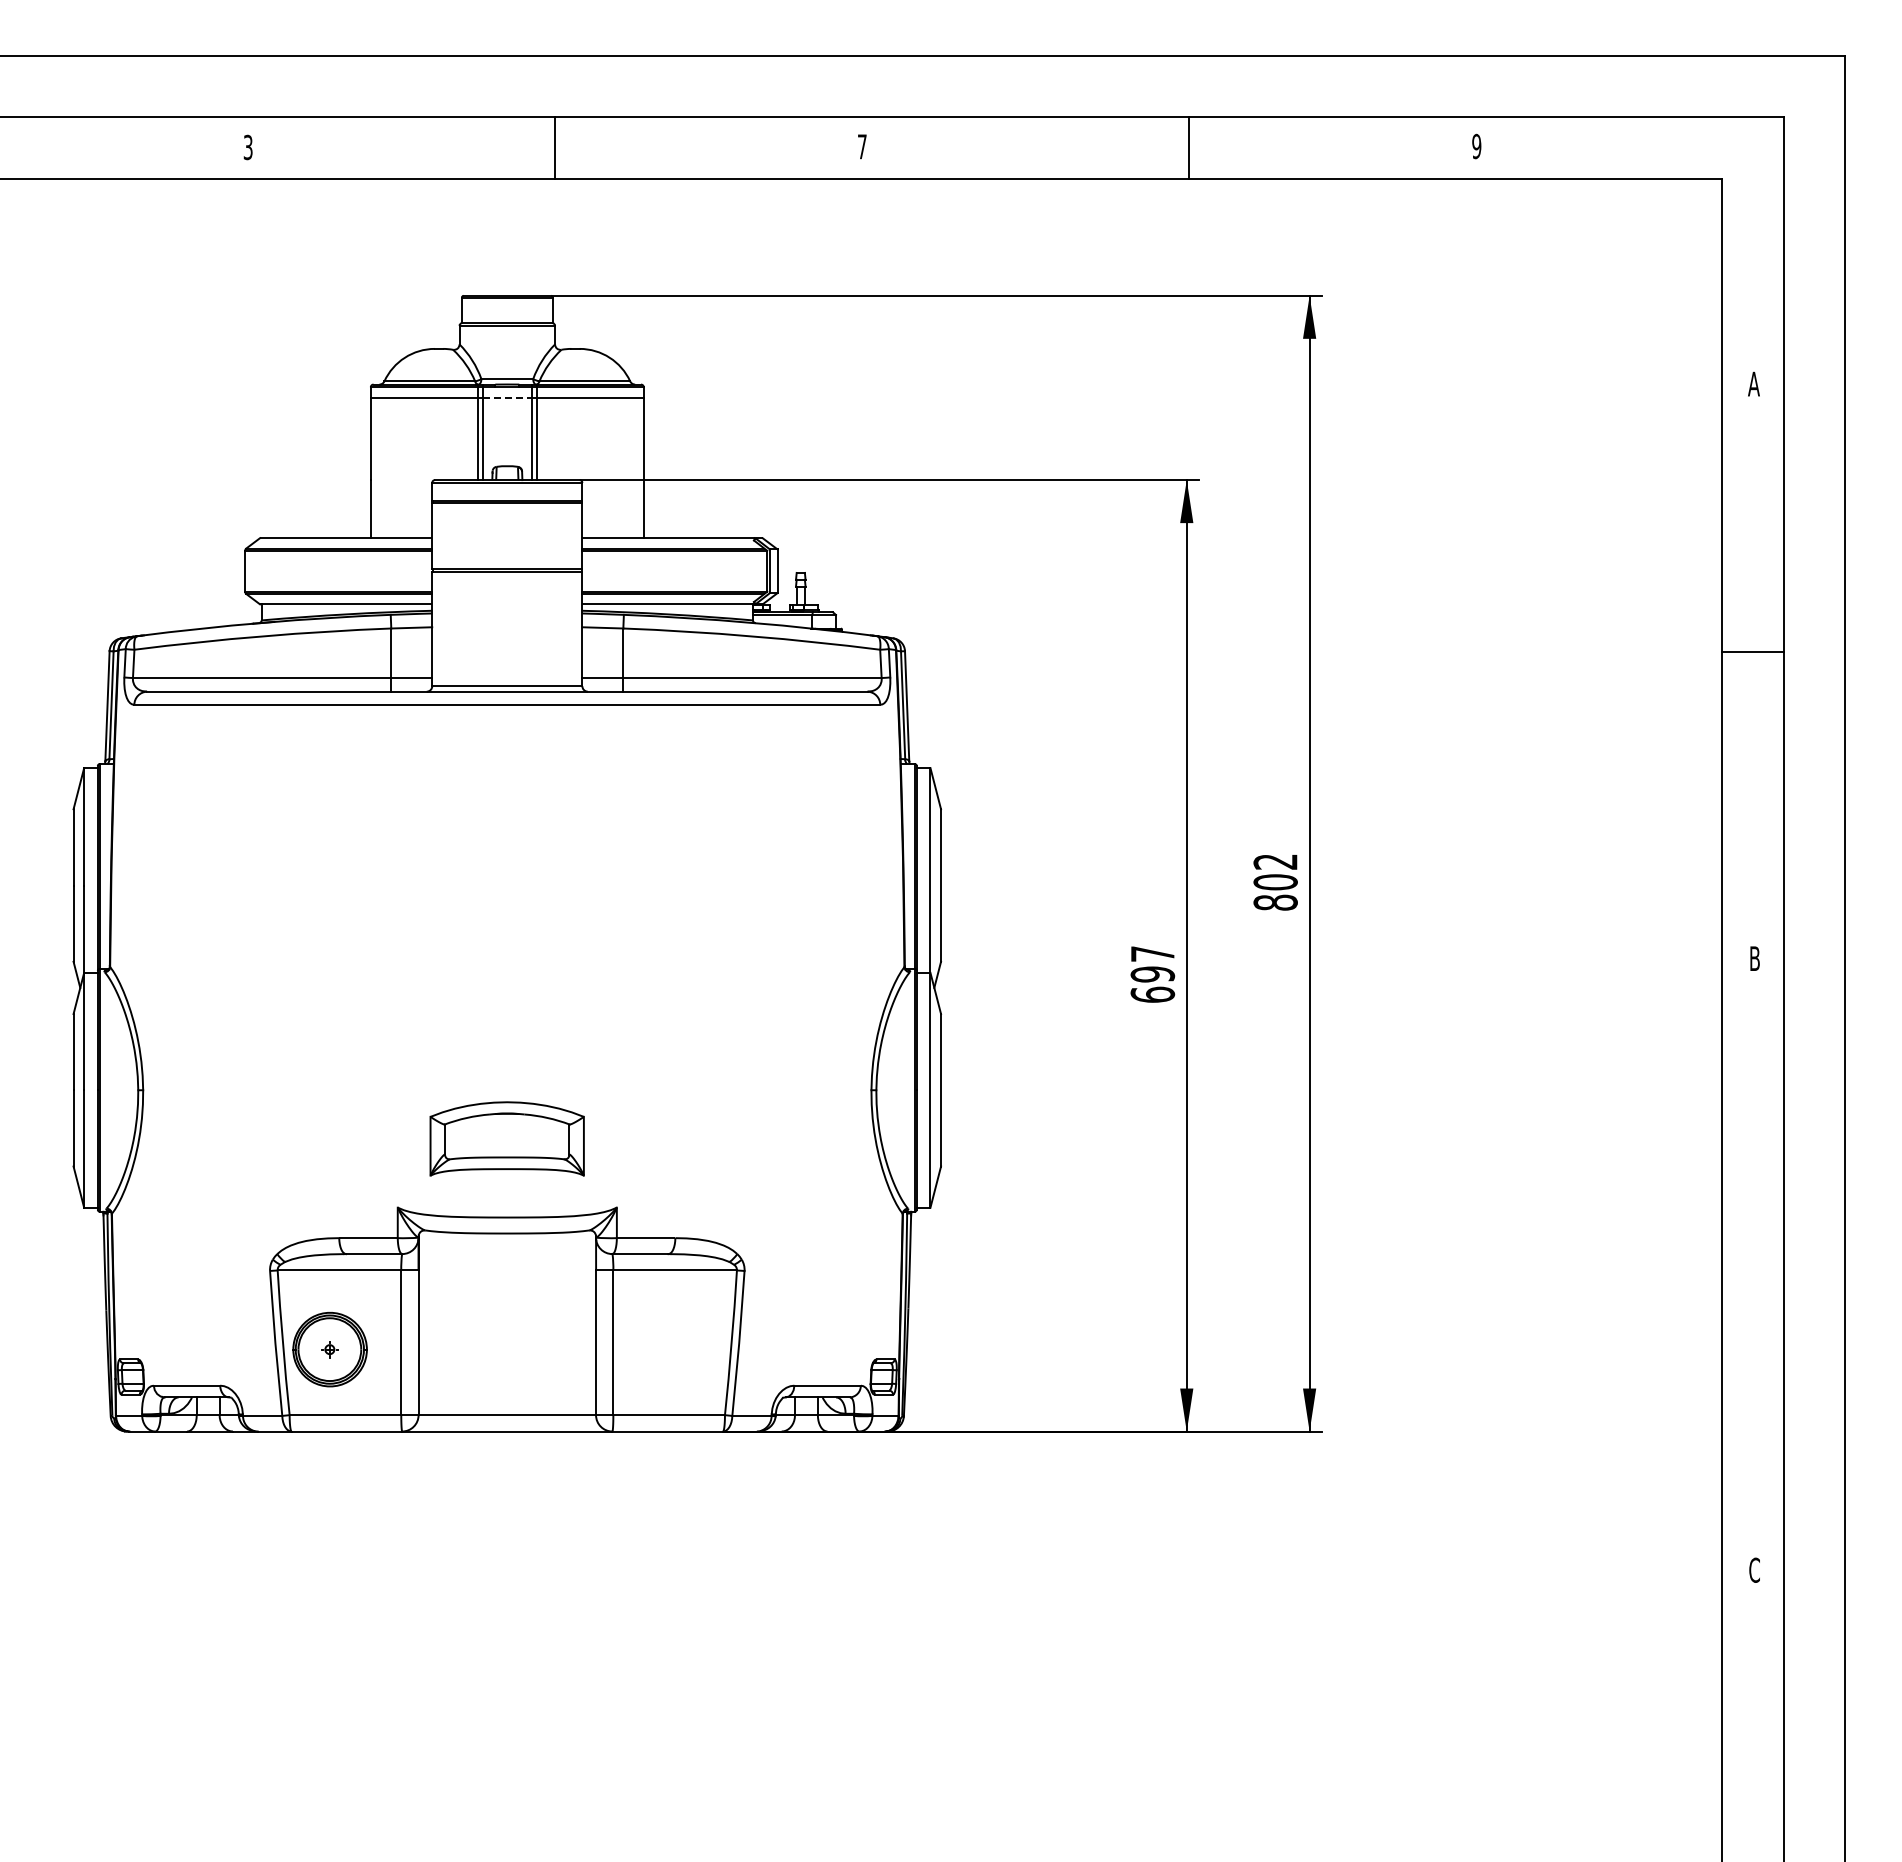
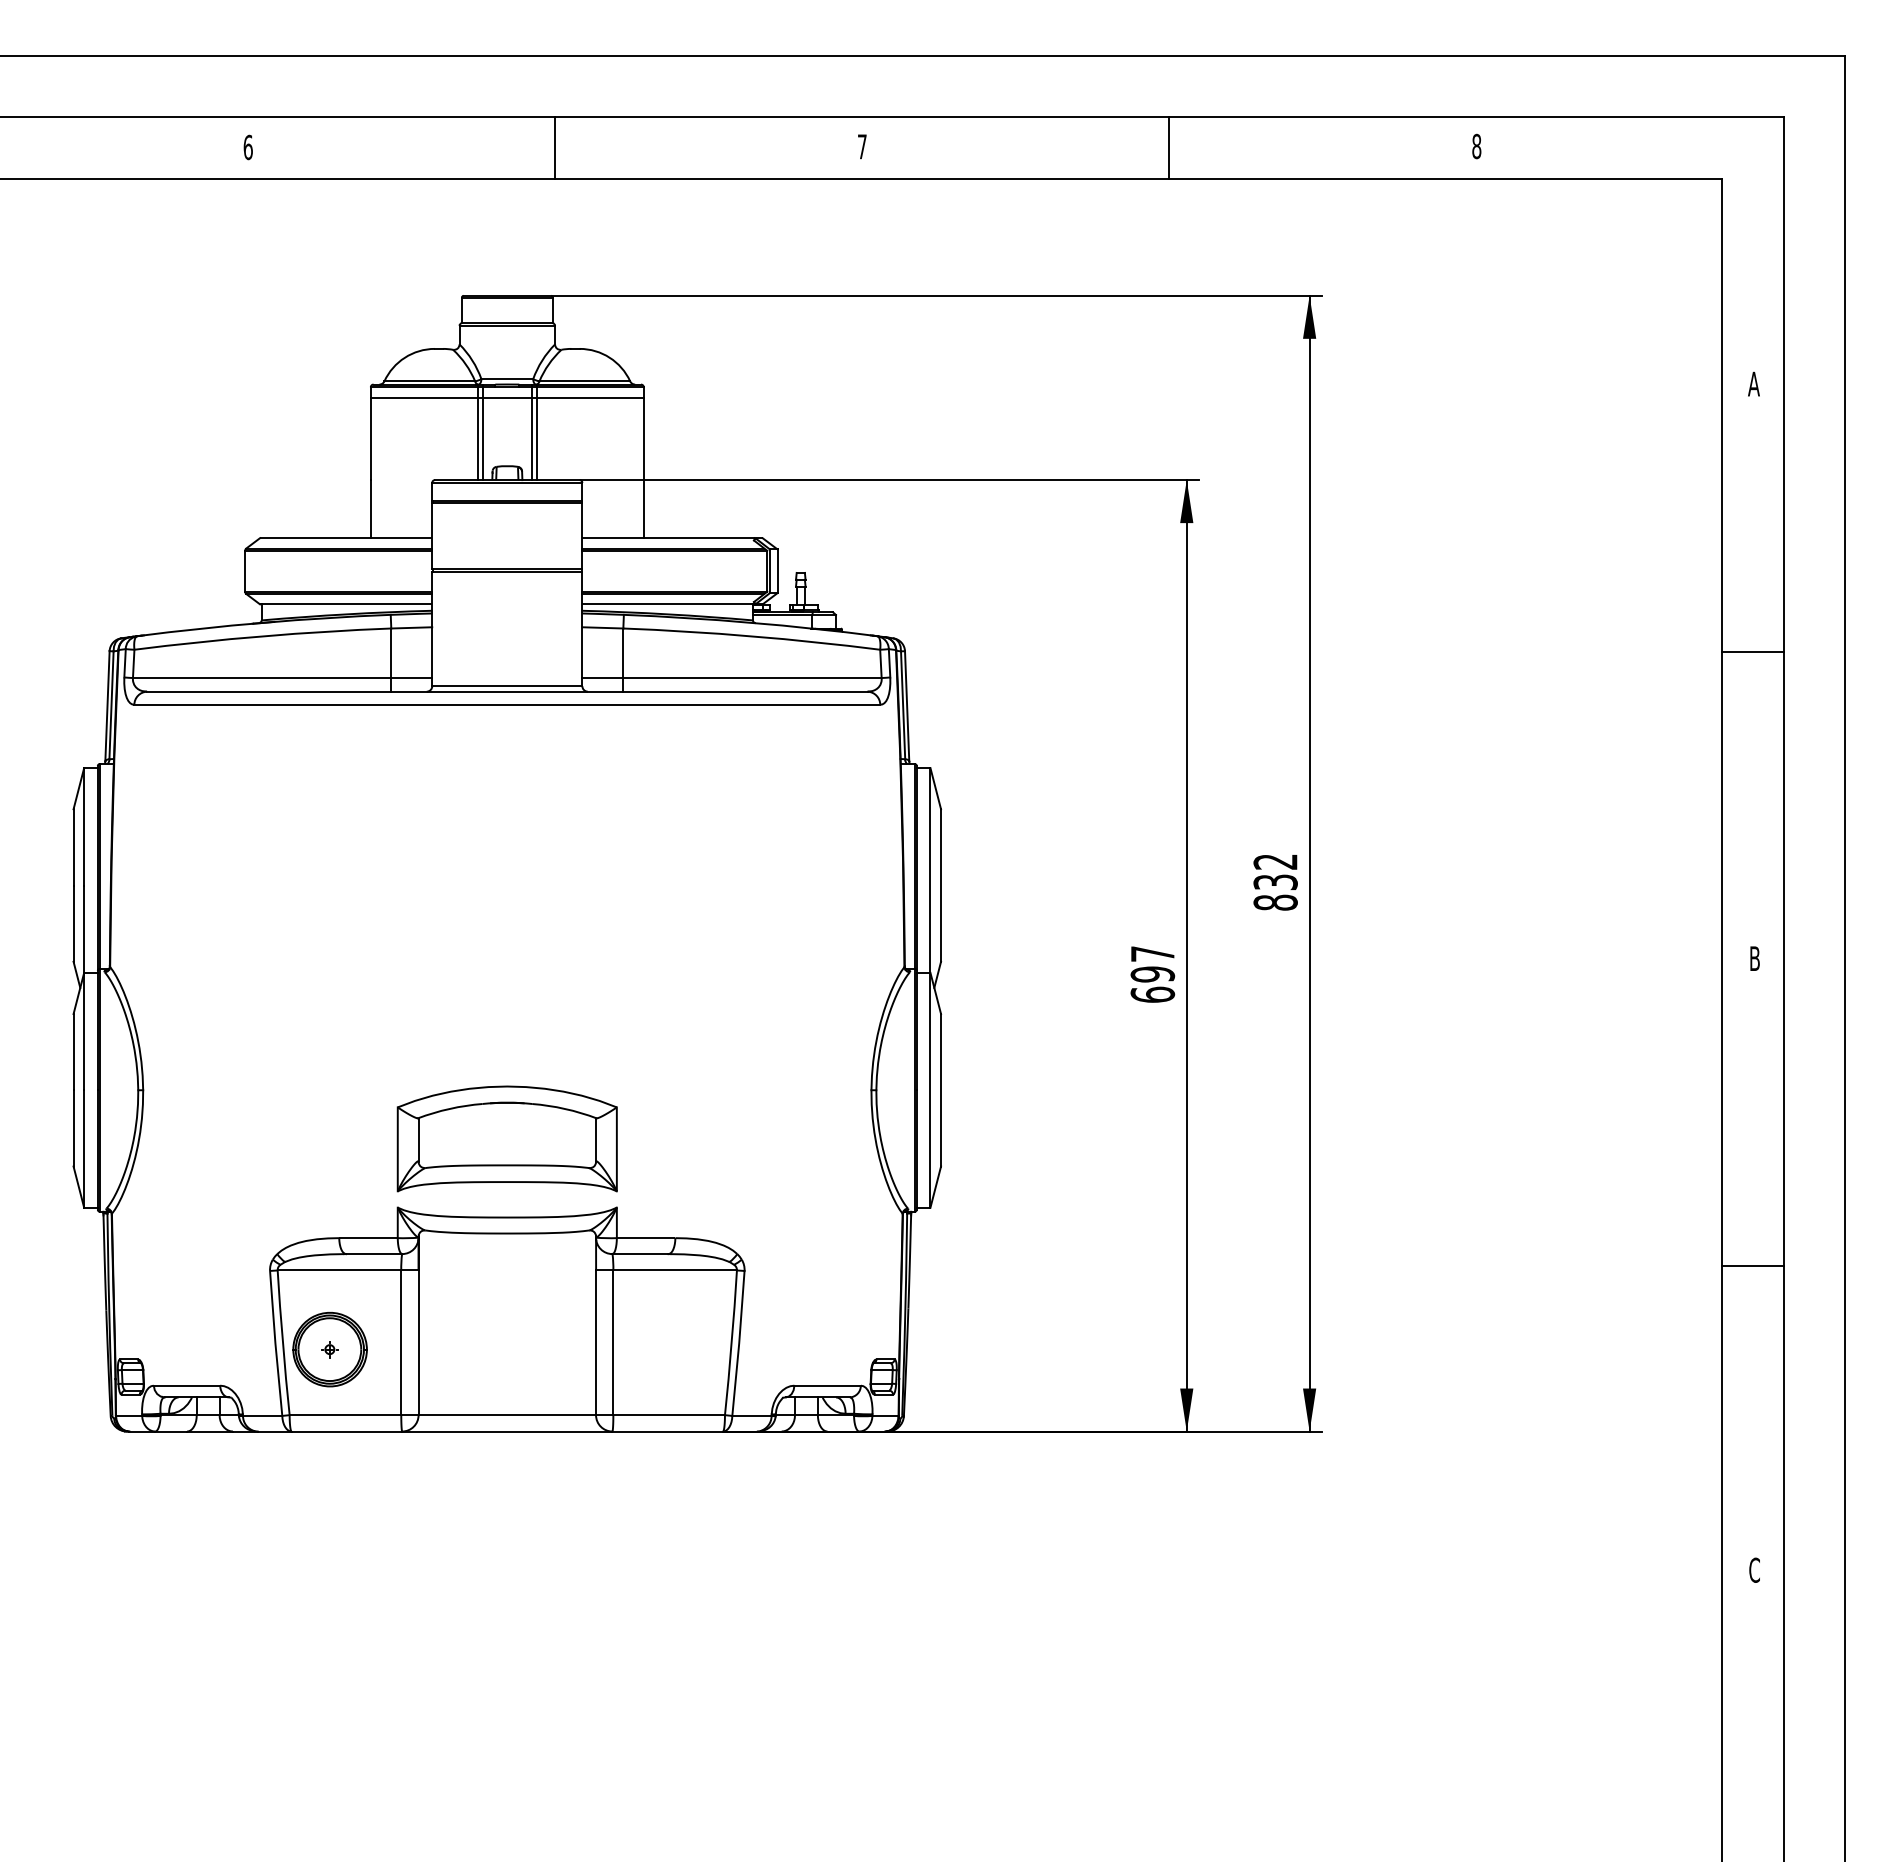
text at (1476, 146): 9 -> 8
text at (247, 147): 3 -> 6
line at (1189, 147) position: (1189, 147) -> (1169, 147)
line at (507, 398): dashed -> solid
text at (1275, 882): 802 -> 832
part at (506, 1138) size: 156x76 px -> 222x108 px
line at (1752, 1265): none -> present
